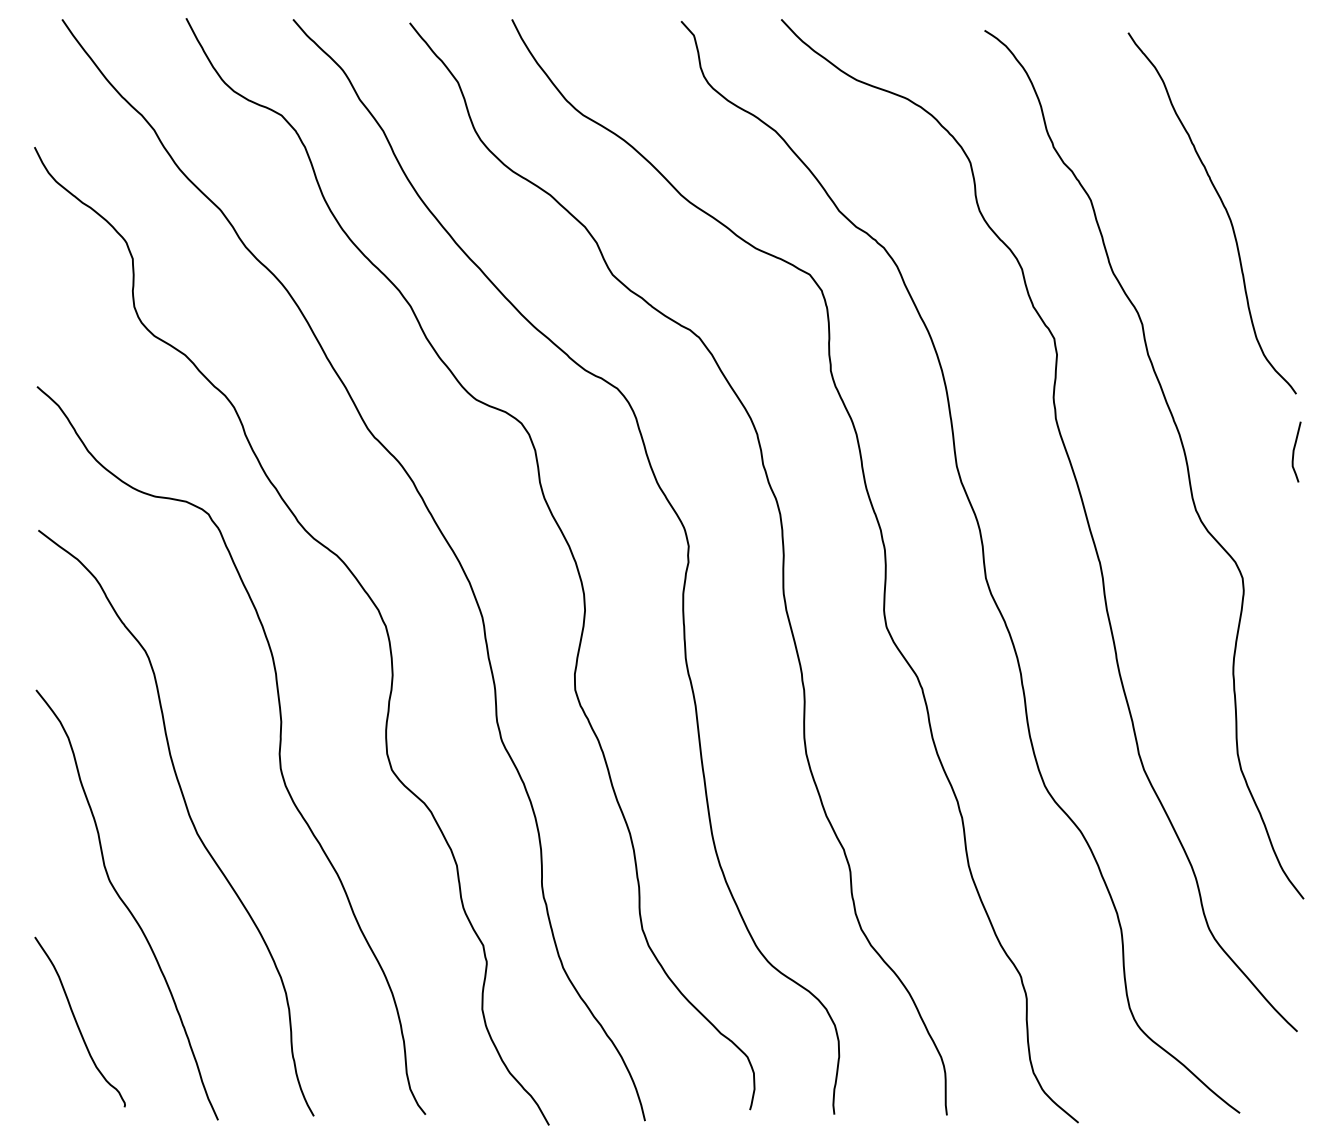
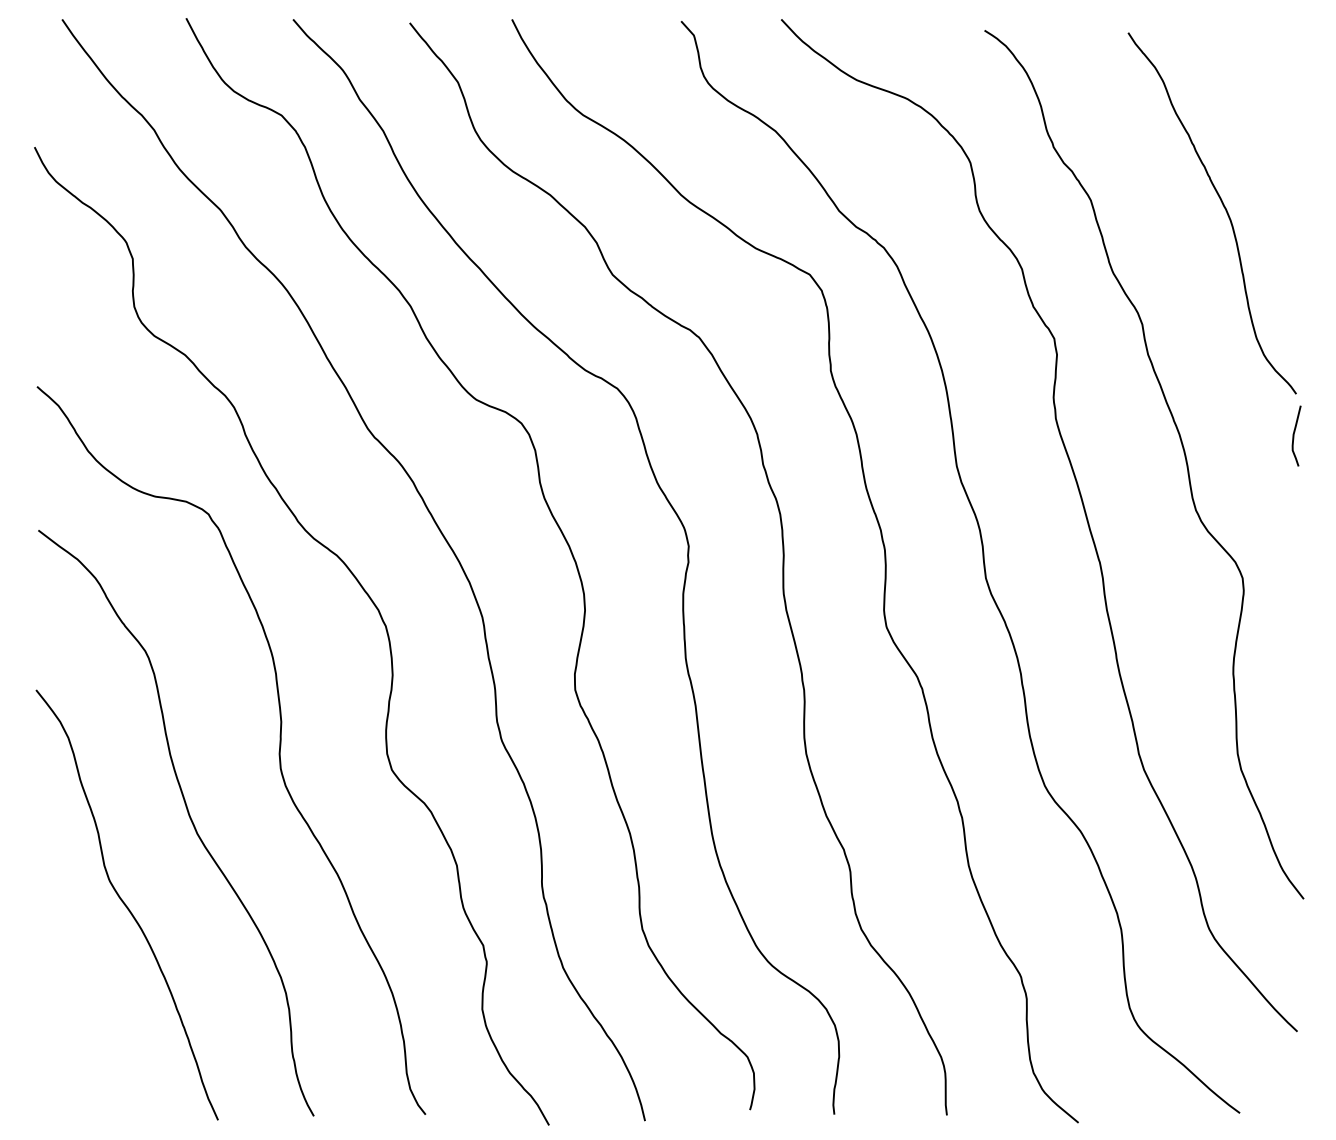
curve at (1294, 451) position: (1294, 451) -> (1294, 435)
curve at (77, 1021): present -> none
